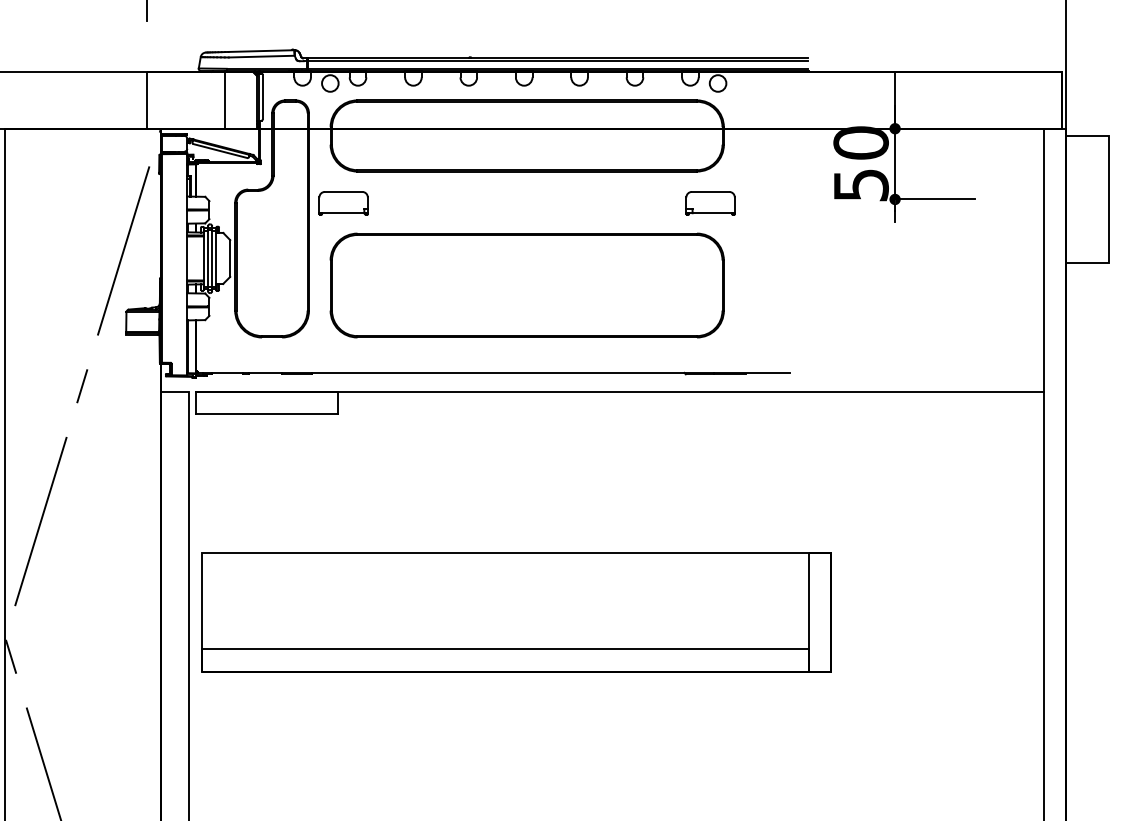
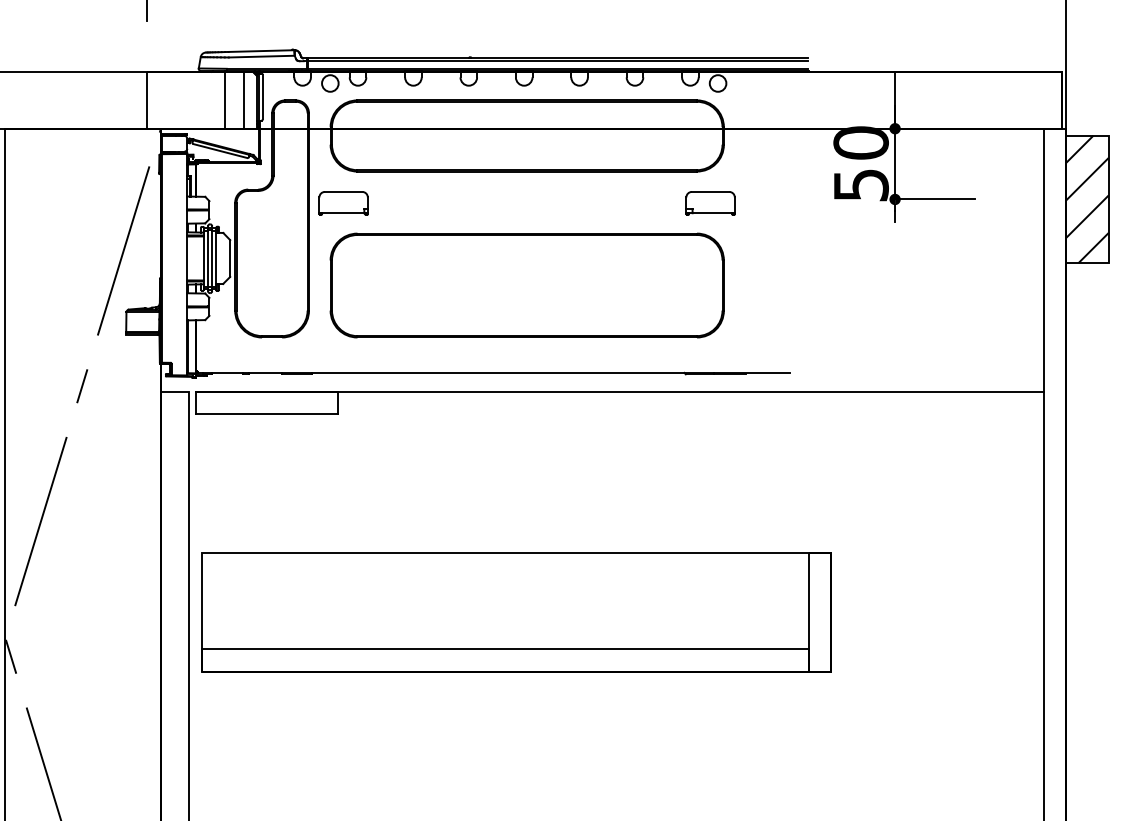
line at (244, 100): none -> present
hatch at (1087, 199): none -> present
